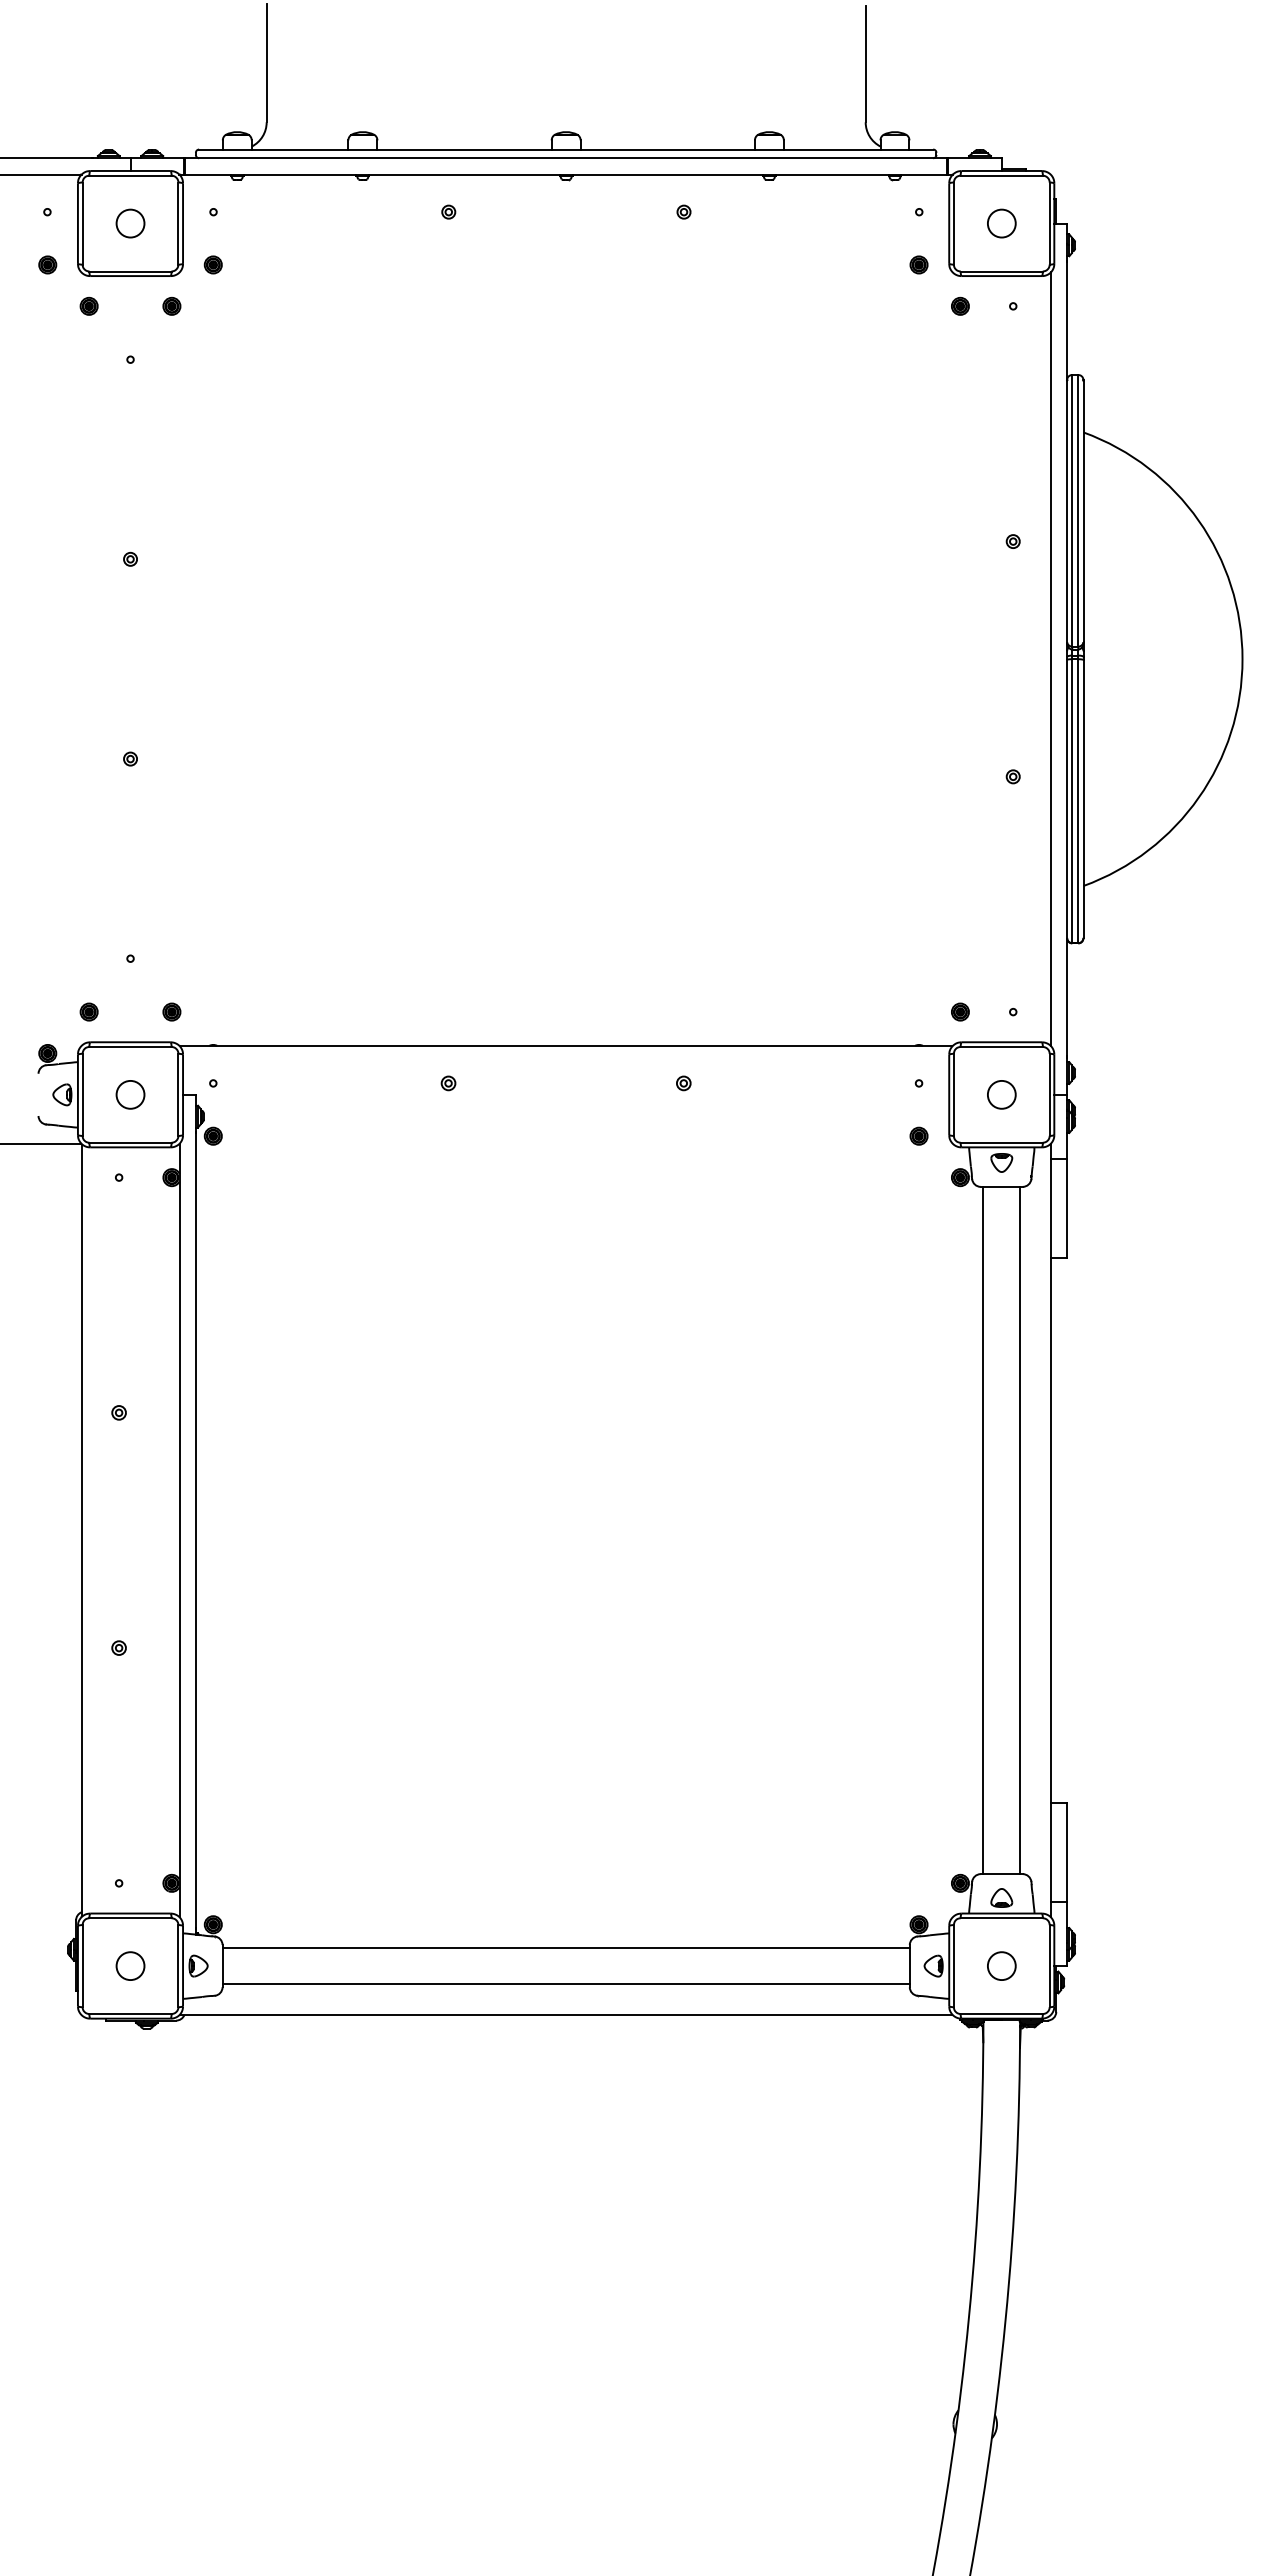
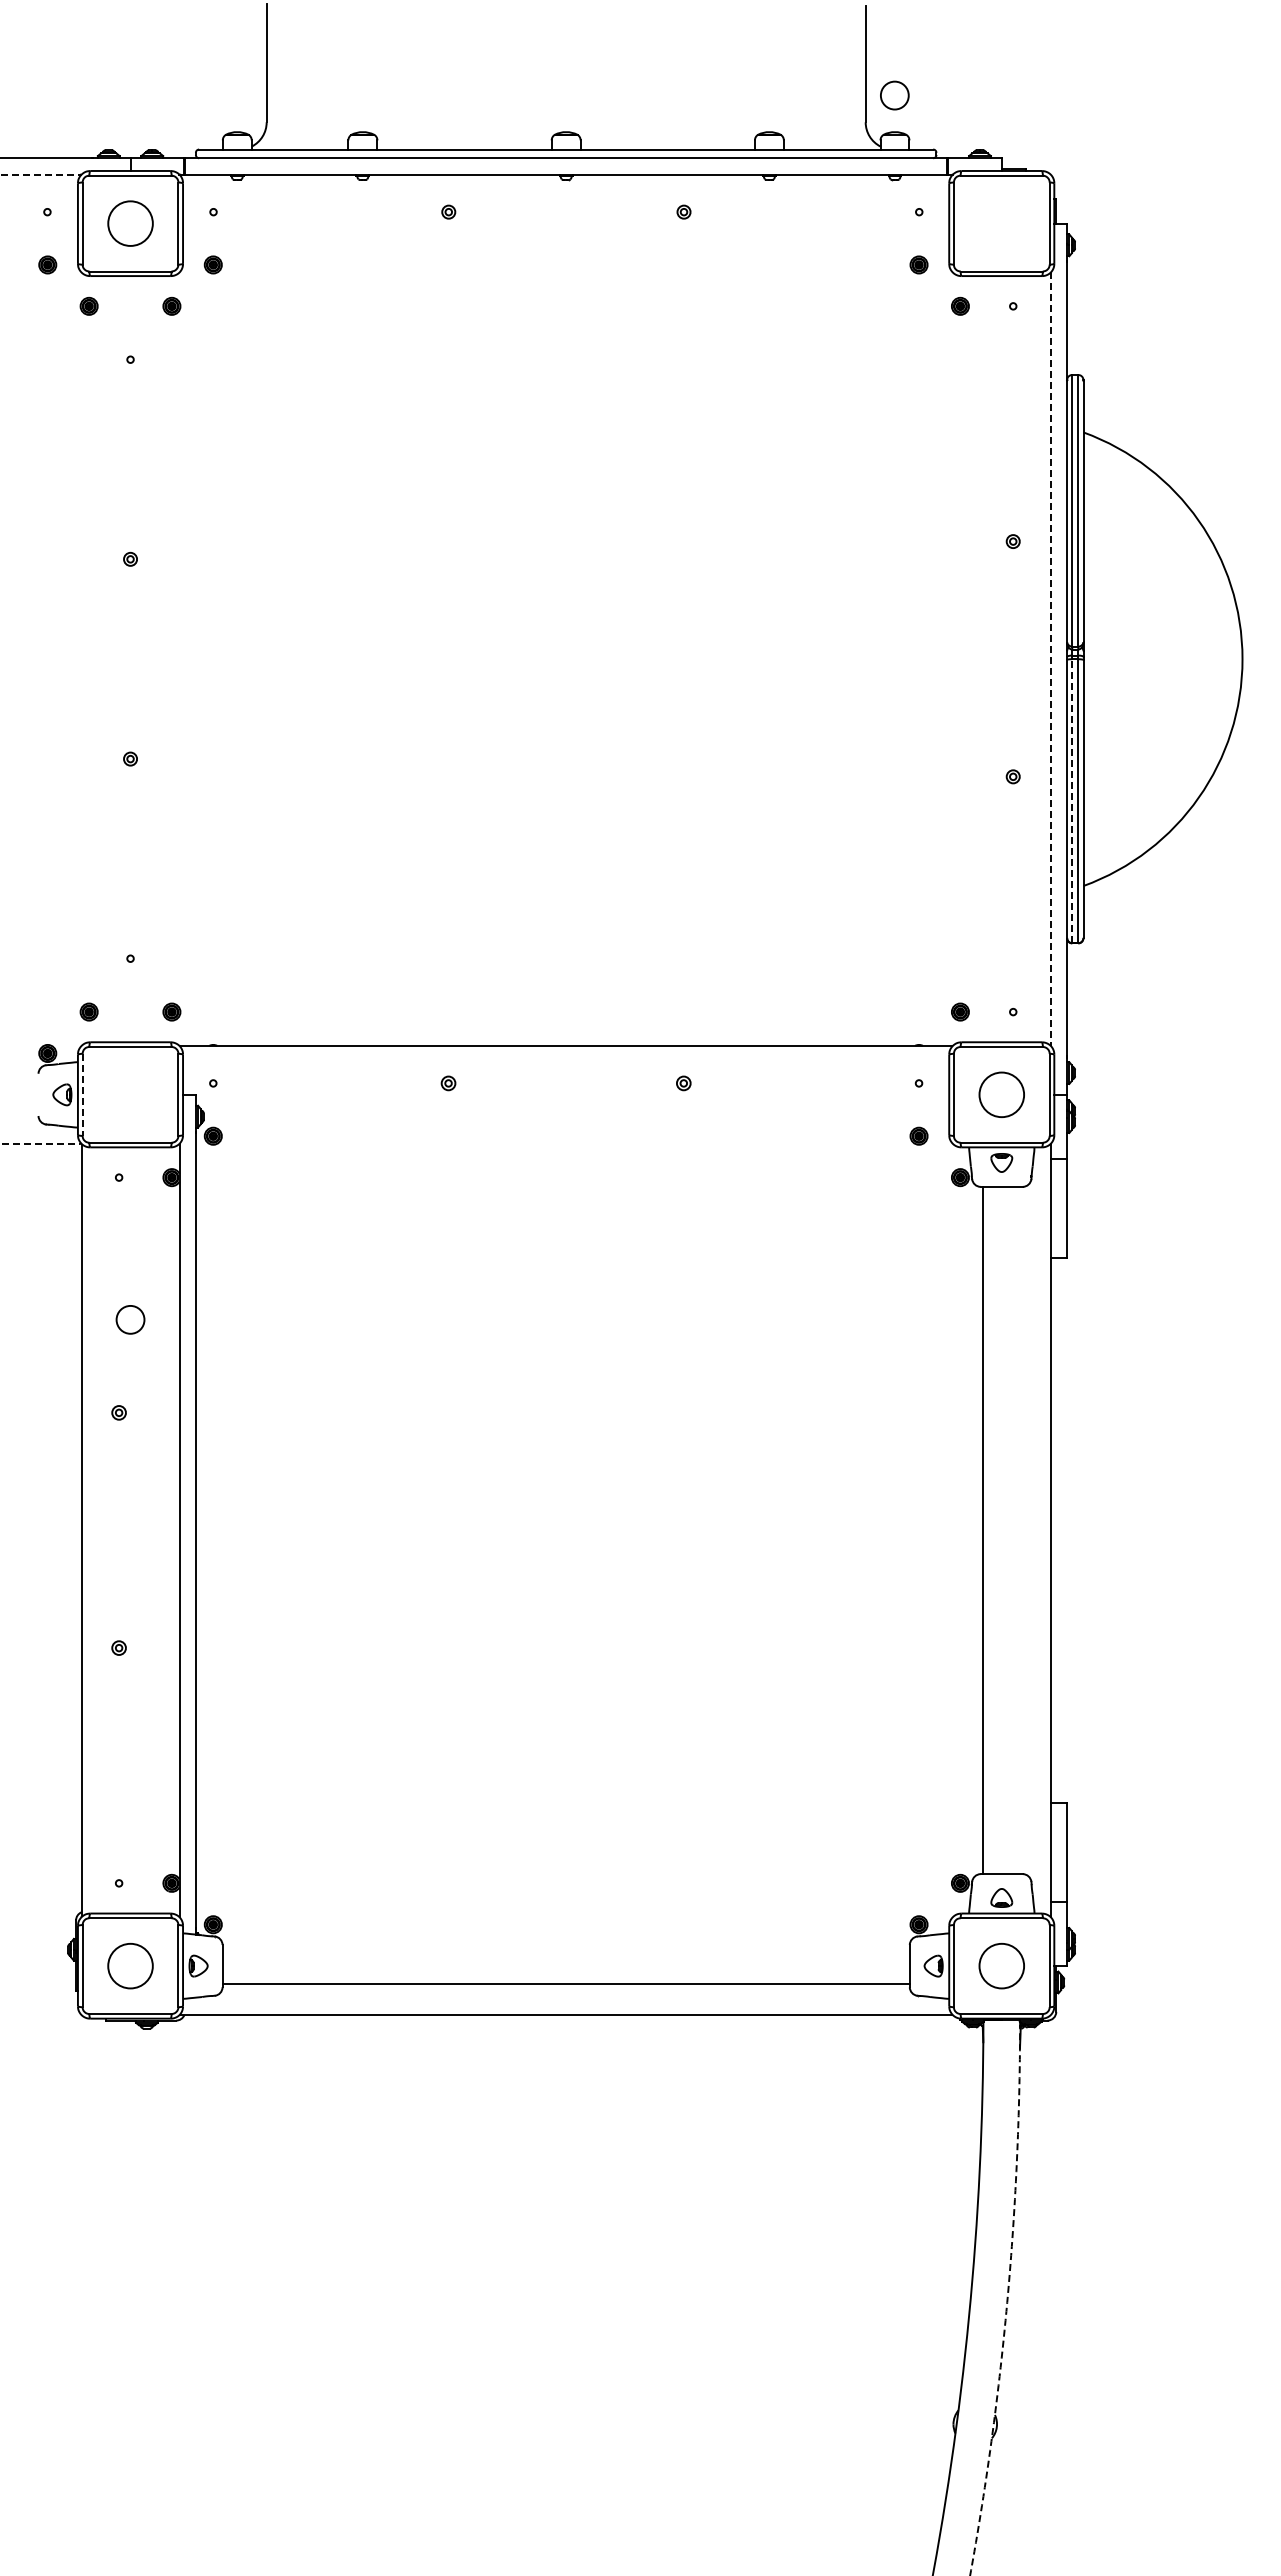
line at (41, 174): solid -> dashed
circle at (130, 223) size: 31x31 px -> 47x47 px
circle at (1001, 223) position: (1001, 223) -> (894, 95)
line at (1050, 659): solid -> dashed
line at (1072, 801): solid -> dashed
line at (82, 1094): solid -> dashed
circle at (130, 1094) position: (130, 1094) -> (130, 1319)
circle at (1001, 1094) diameter: 28 px -> 45 px
line at (40, 1143): solid -> dashed
line at (1020, 1530): present -> none
line at (565, 1947): present -> none
circle at (130, 1966) diameter: 28 px -> 45 px
circle at (1001, 1966) diameter: 28 px -> 45 px
arc at (1007, 2300): solid -> dashed
